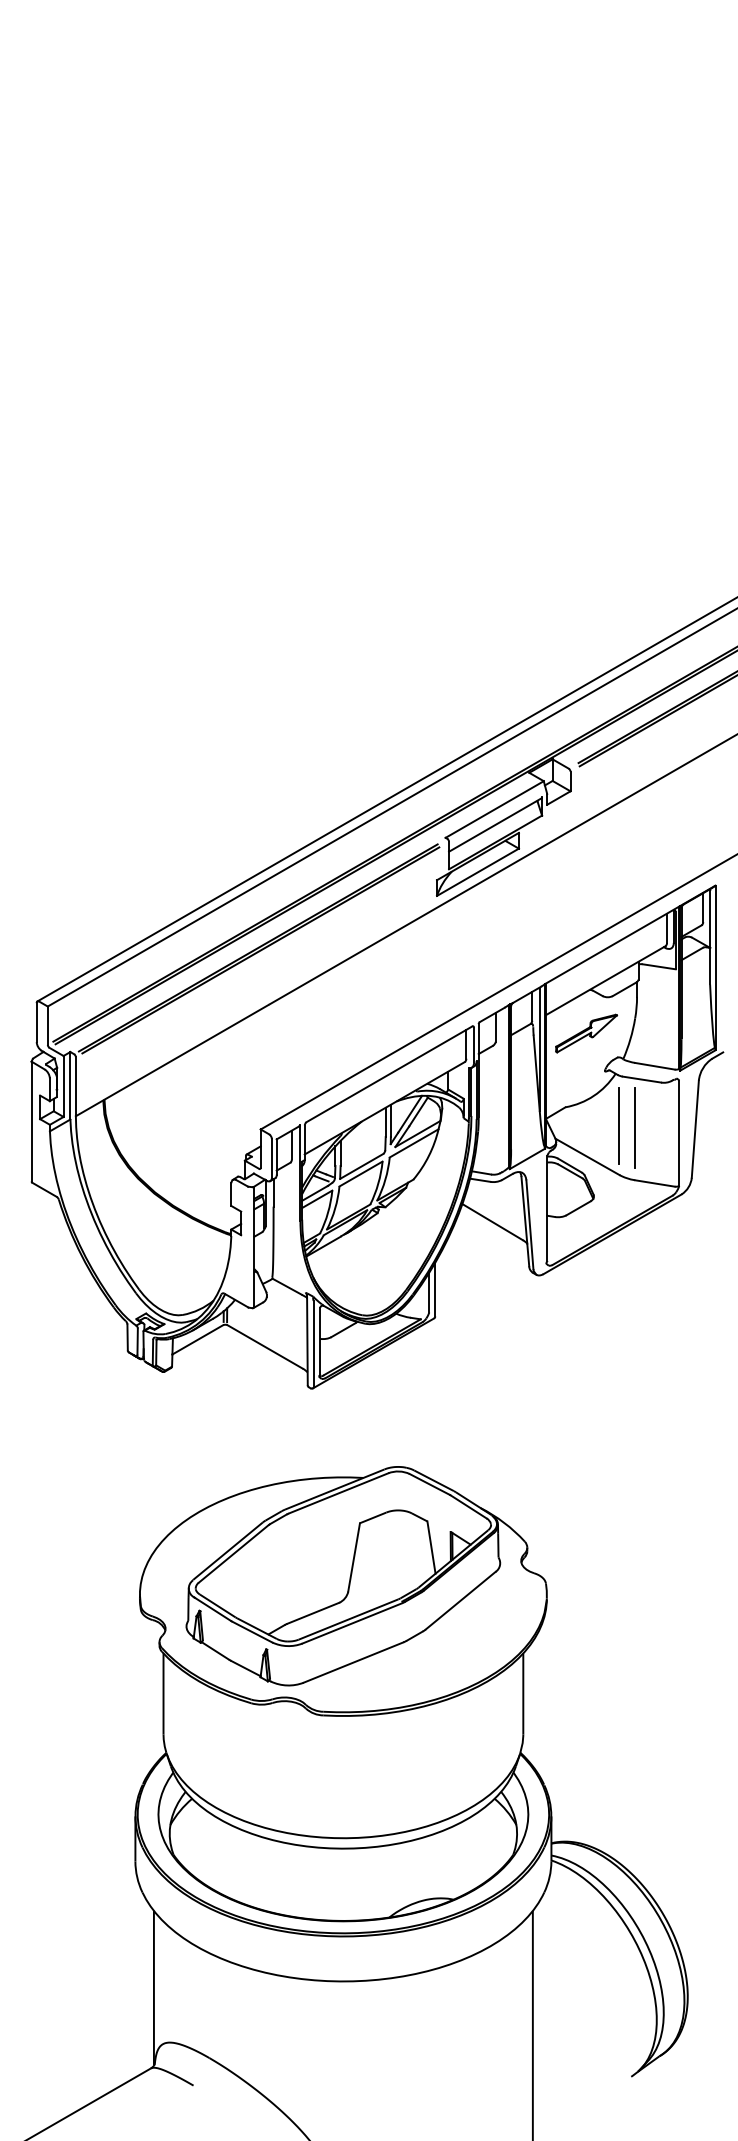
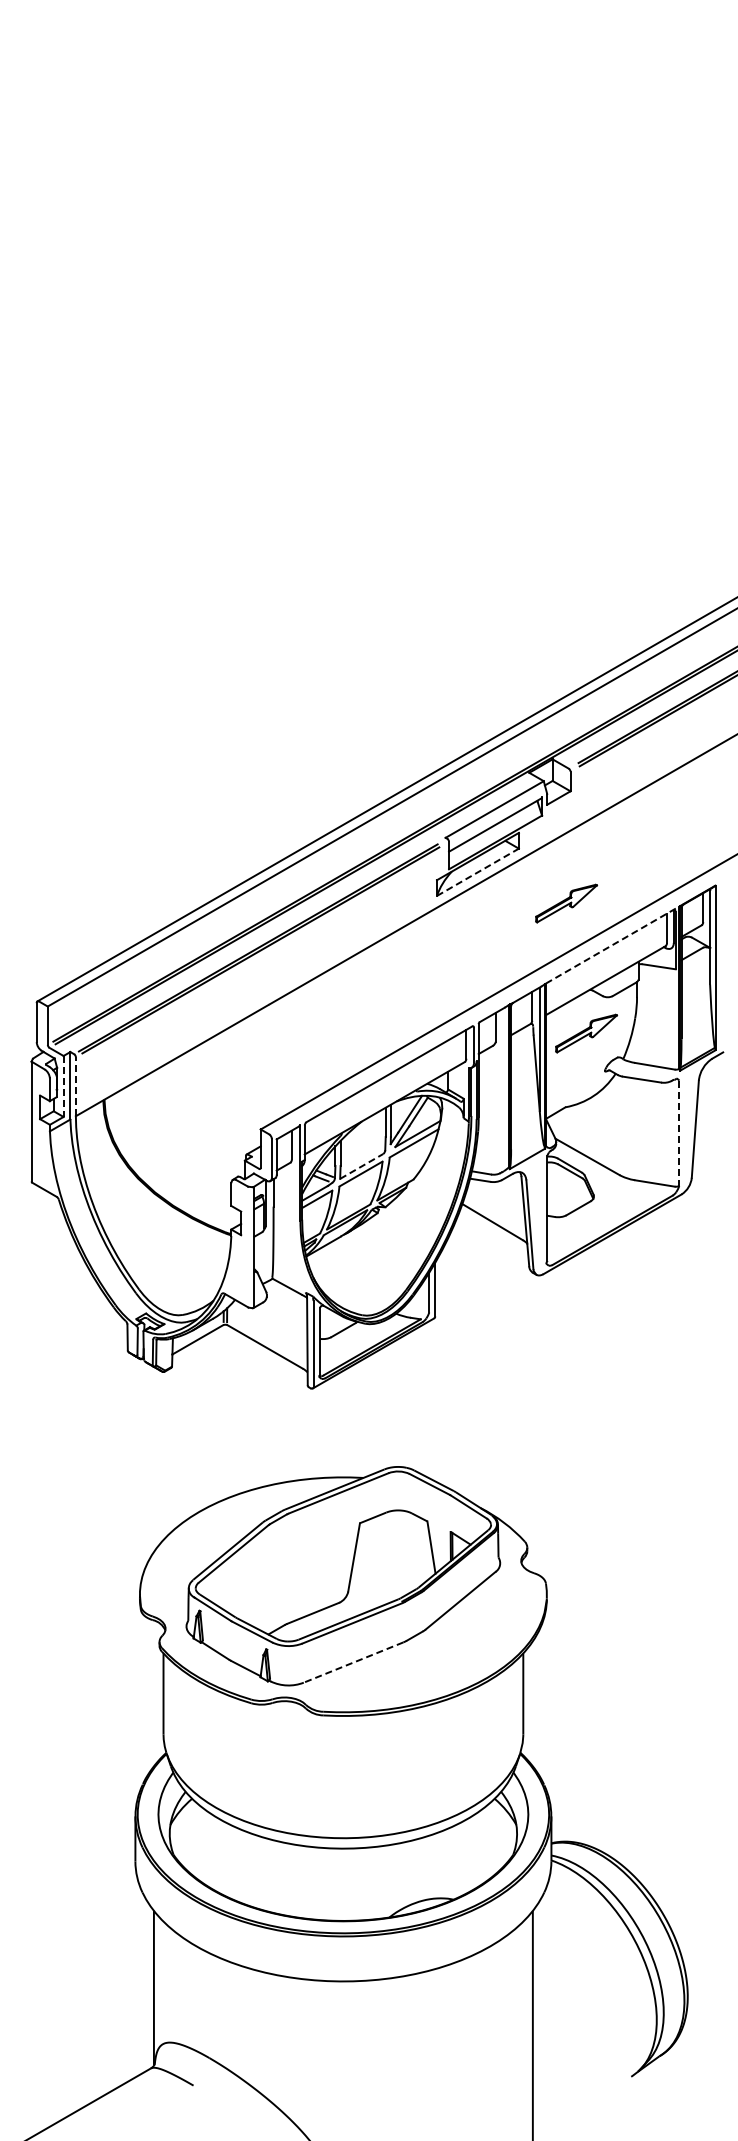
line at (478, 872): solid -> dashed
part at (566, 903): none -> present
line at (613, 944): solid -> dashed
line at (63, 1086): solid -> dashed
line at (75, 1086): solid -> dashed
line at (619, 1125): present -> none
line at (634, 1127): present -> none
line at (679, 1133): solid -> dashed
line at (361, 1166): solid -> dashed
line at (353, 1662): solid -> dashed
